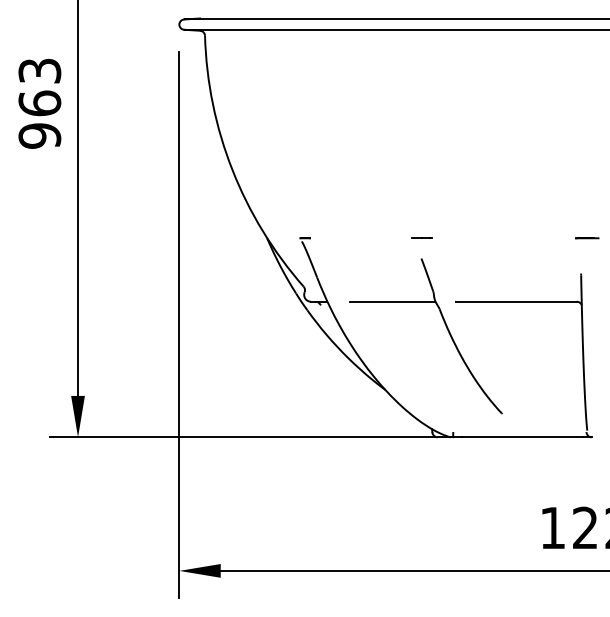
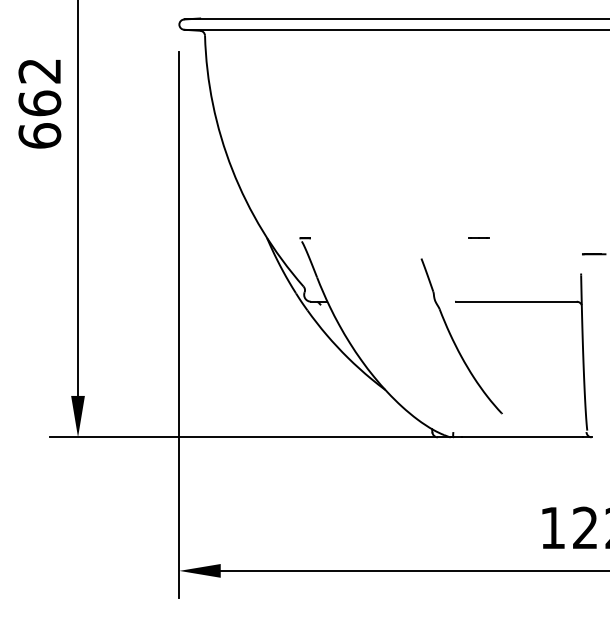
text at (39, 103): 963 -> 662
line at (421, 237) position: (421, 237) -> (478, 237)
line at (587, 238) position: (587, 238) -> (594, 254)
line at (392, 301): present -> none
